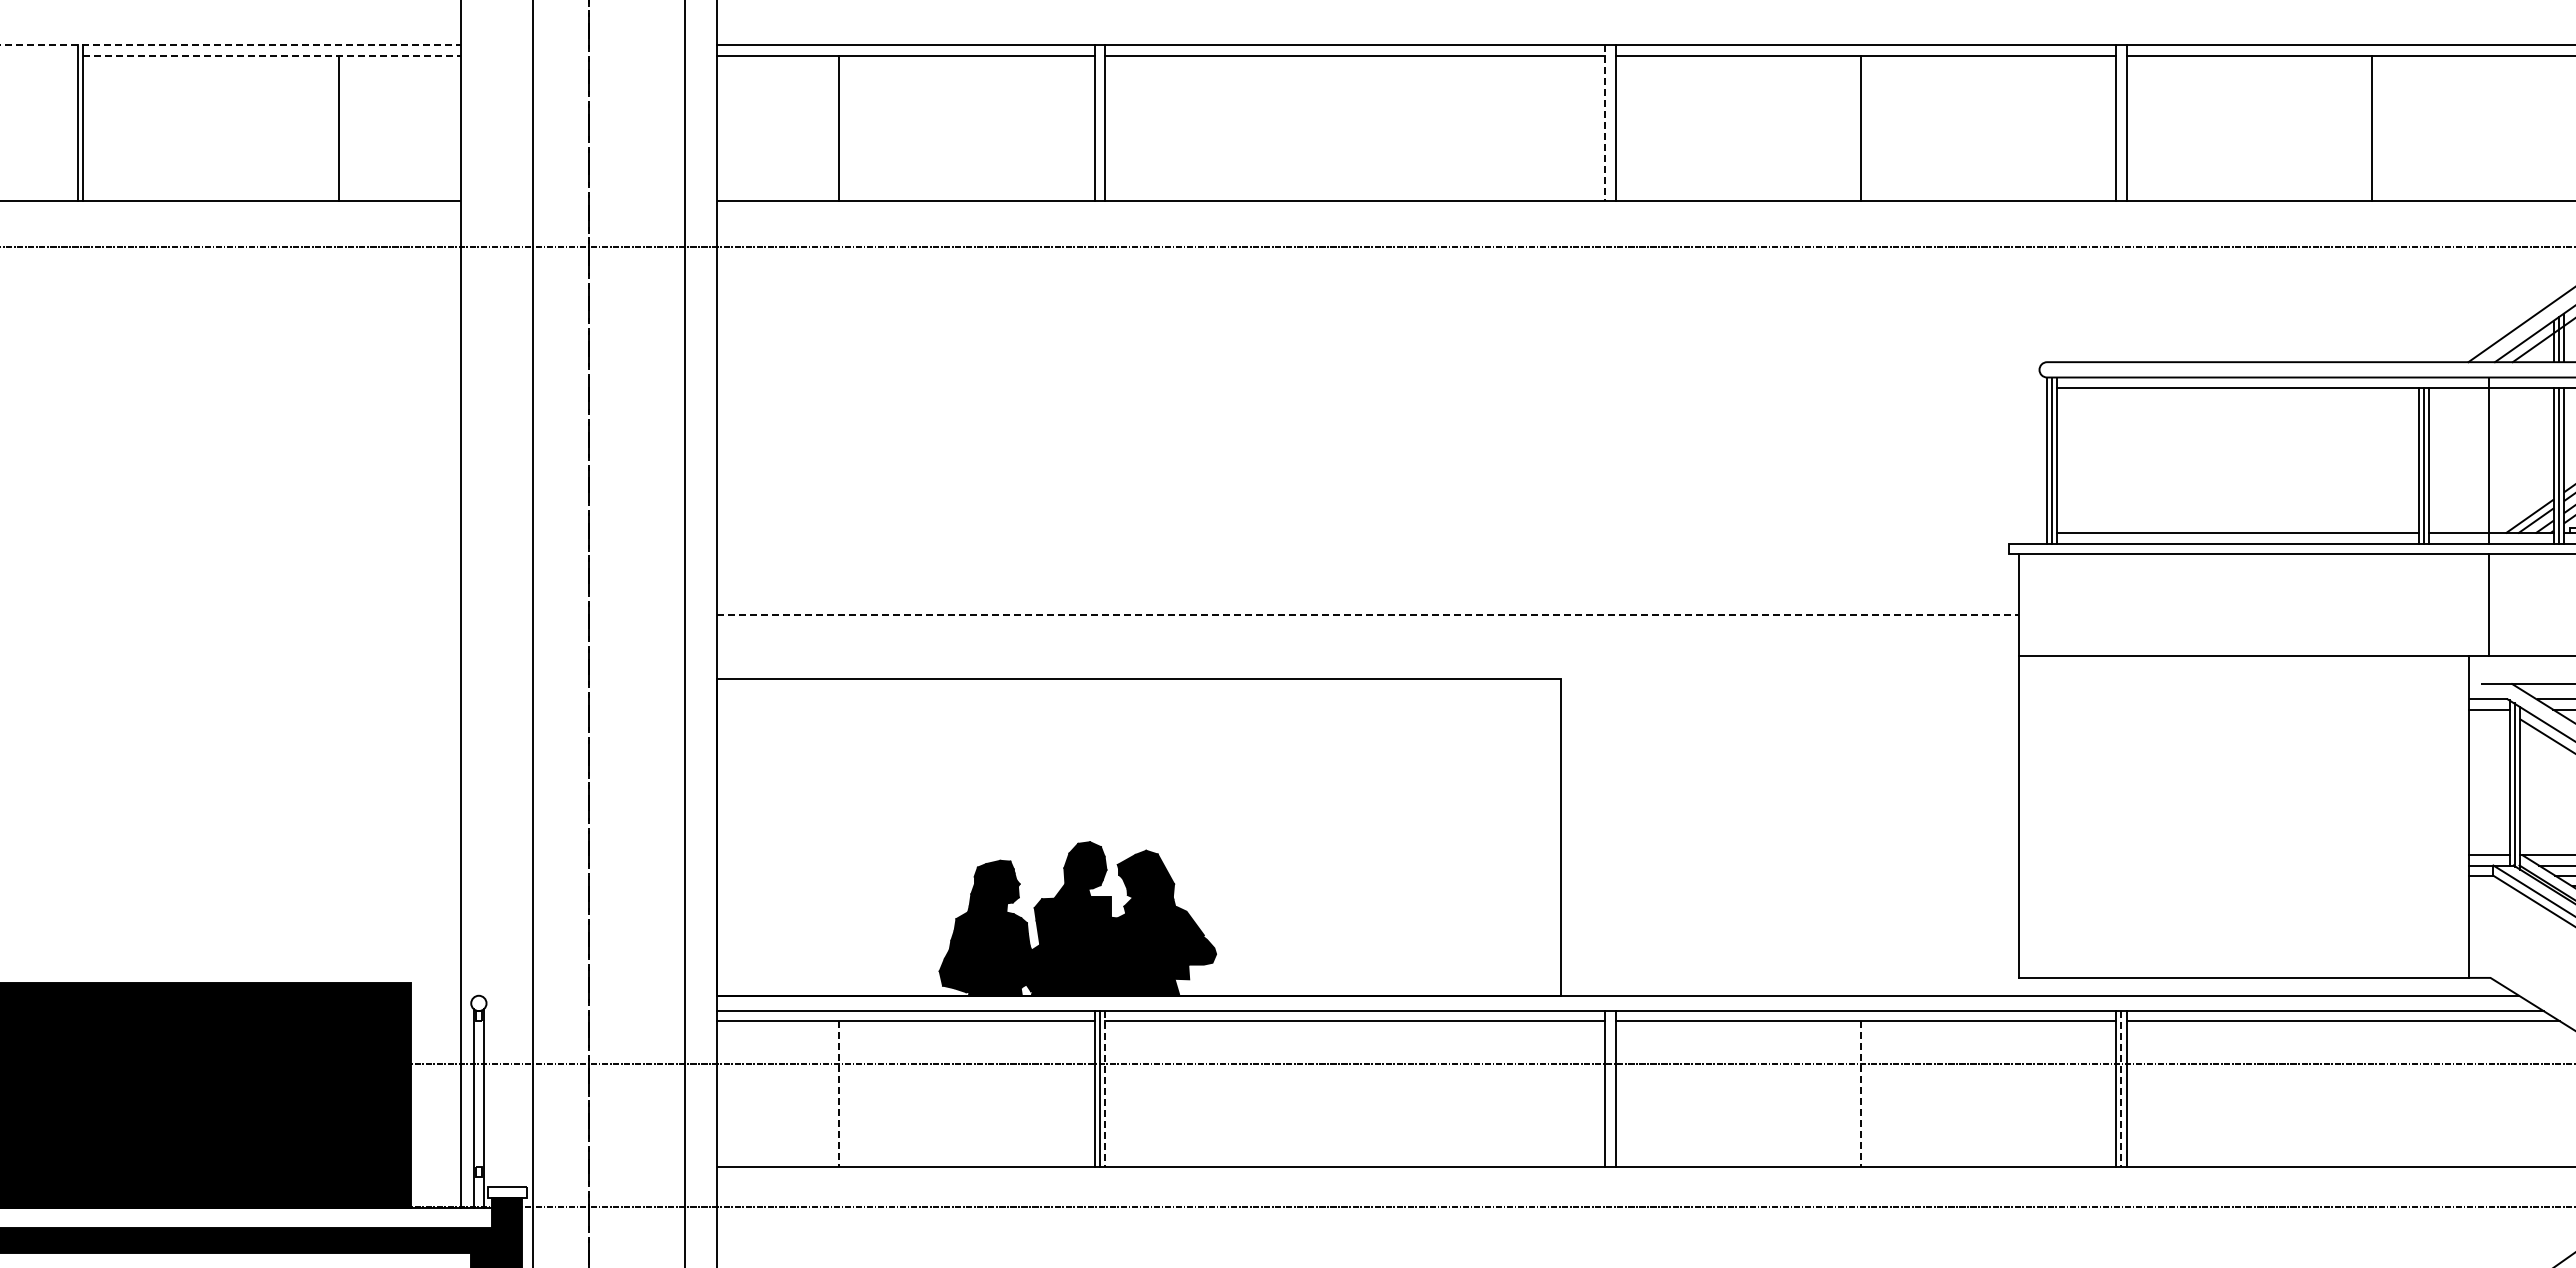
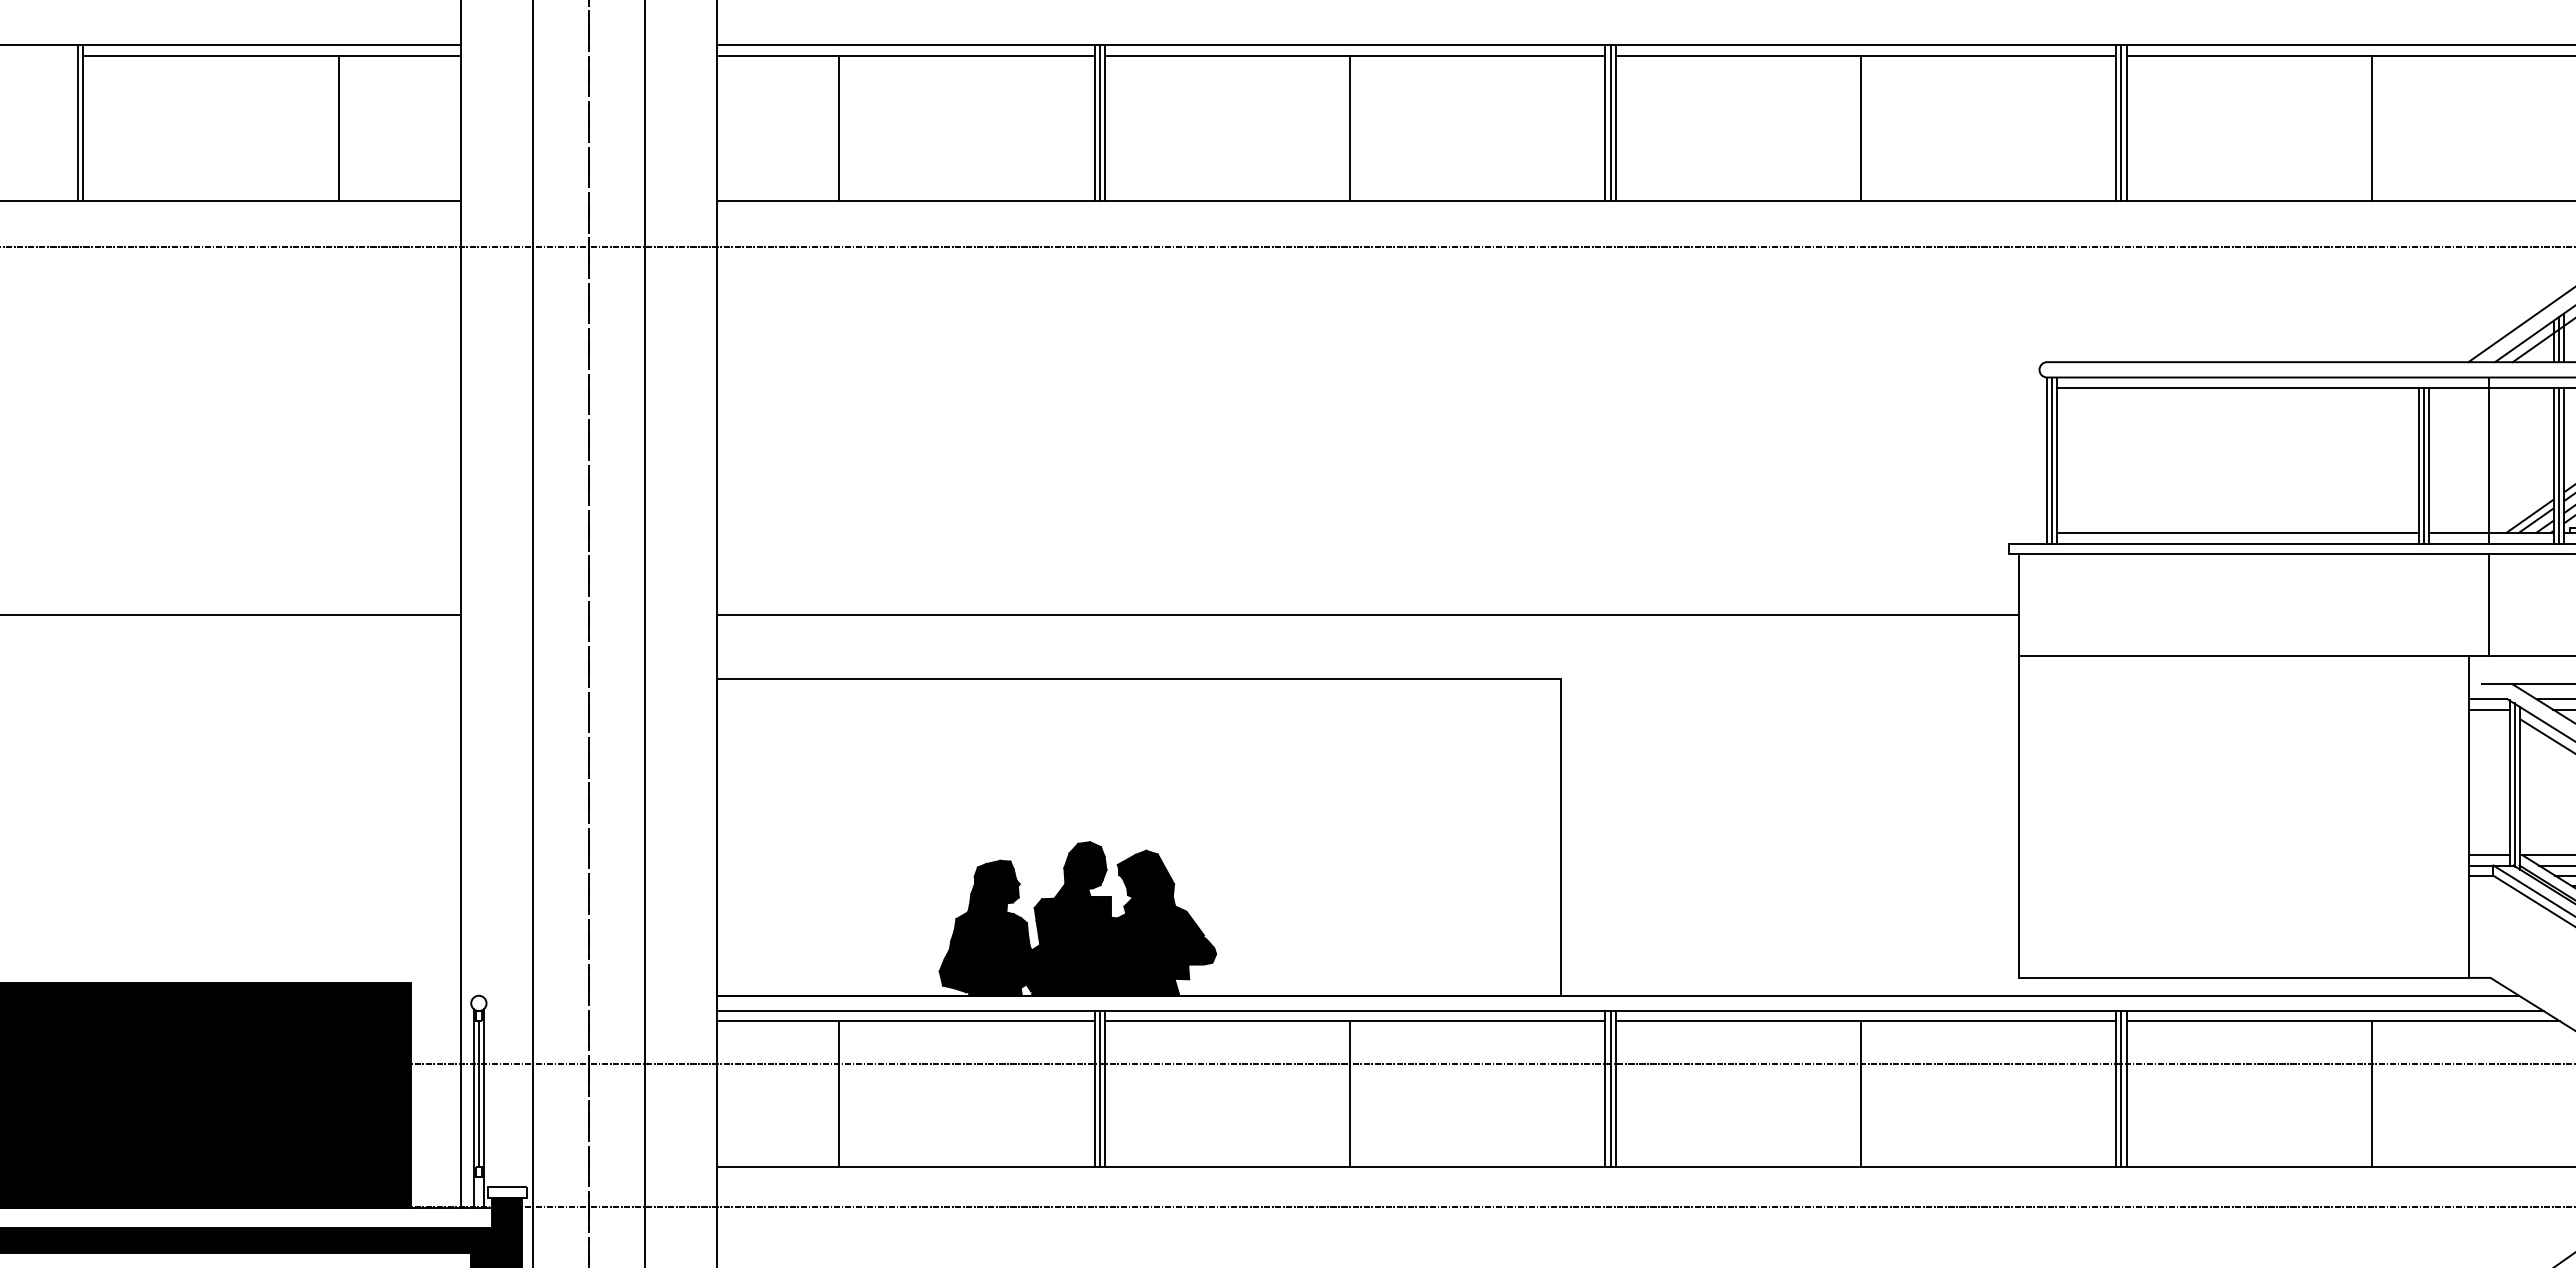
line at (231, 45): dashed -> solid
line at (272, 55): dashed -> solid
line at (1099, 123): none -> present
line at (1605, 123): dashed -> solid
line at (1610, 123): none -> present
line at (2121, 123): none -> present
line at (1350, 128): none -> present
line at (231, 615): none -> present
line at (1368, 615): dashed -> solid
line at (685, 633) position: (685, 633) -> (645, 633)
line at (1104, 1088): dashed -> solid
line at (1610, 1088): none -> present
line at (2121, 1088): dashed -> solid
line at (478, 1093): none -> present
line at (1350, 1093): none -> present
line at (2371, 1093): none -> present
line at (839, 1094): dashed -> solid
line at (1860, 1094): dashed -> solid
